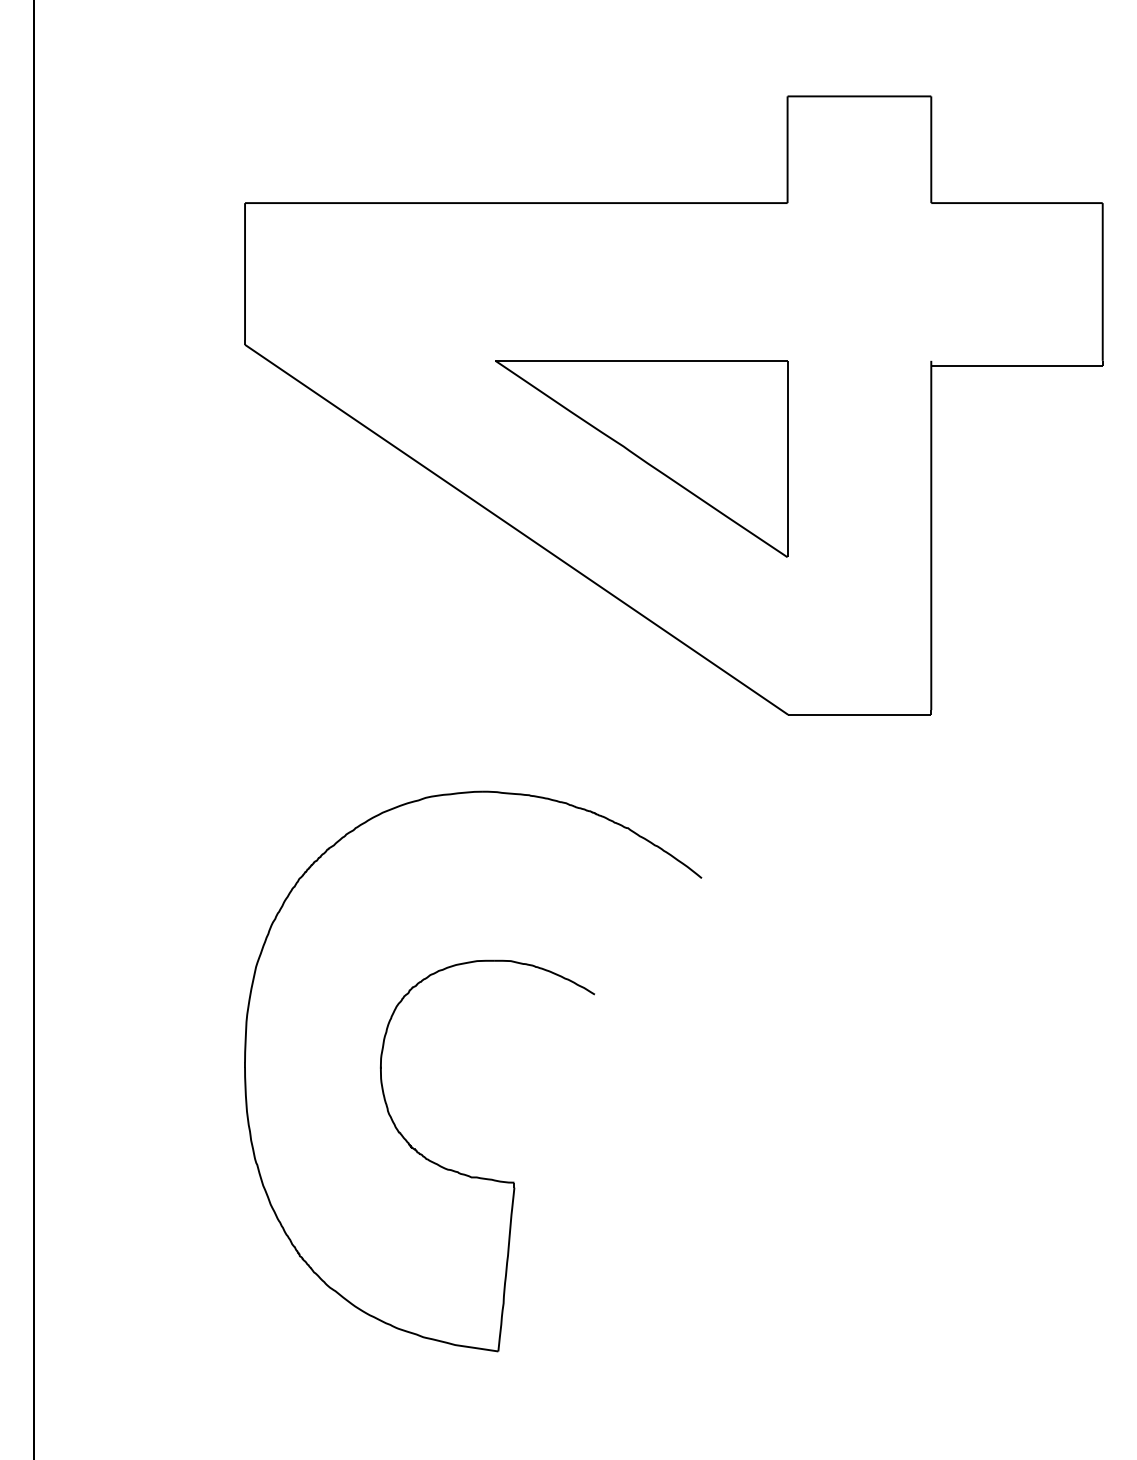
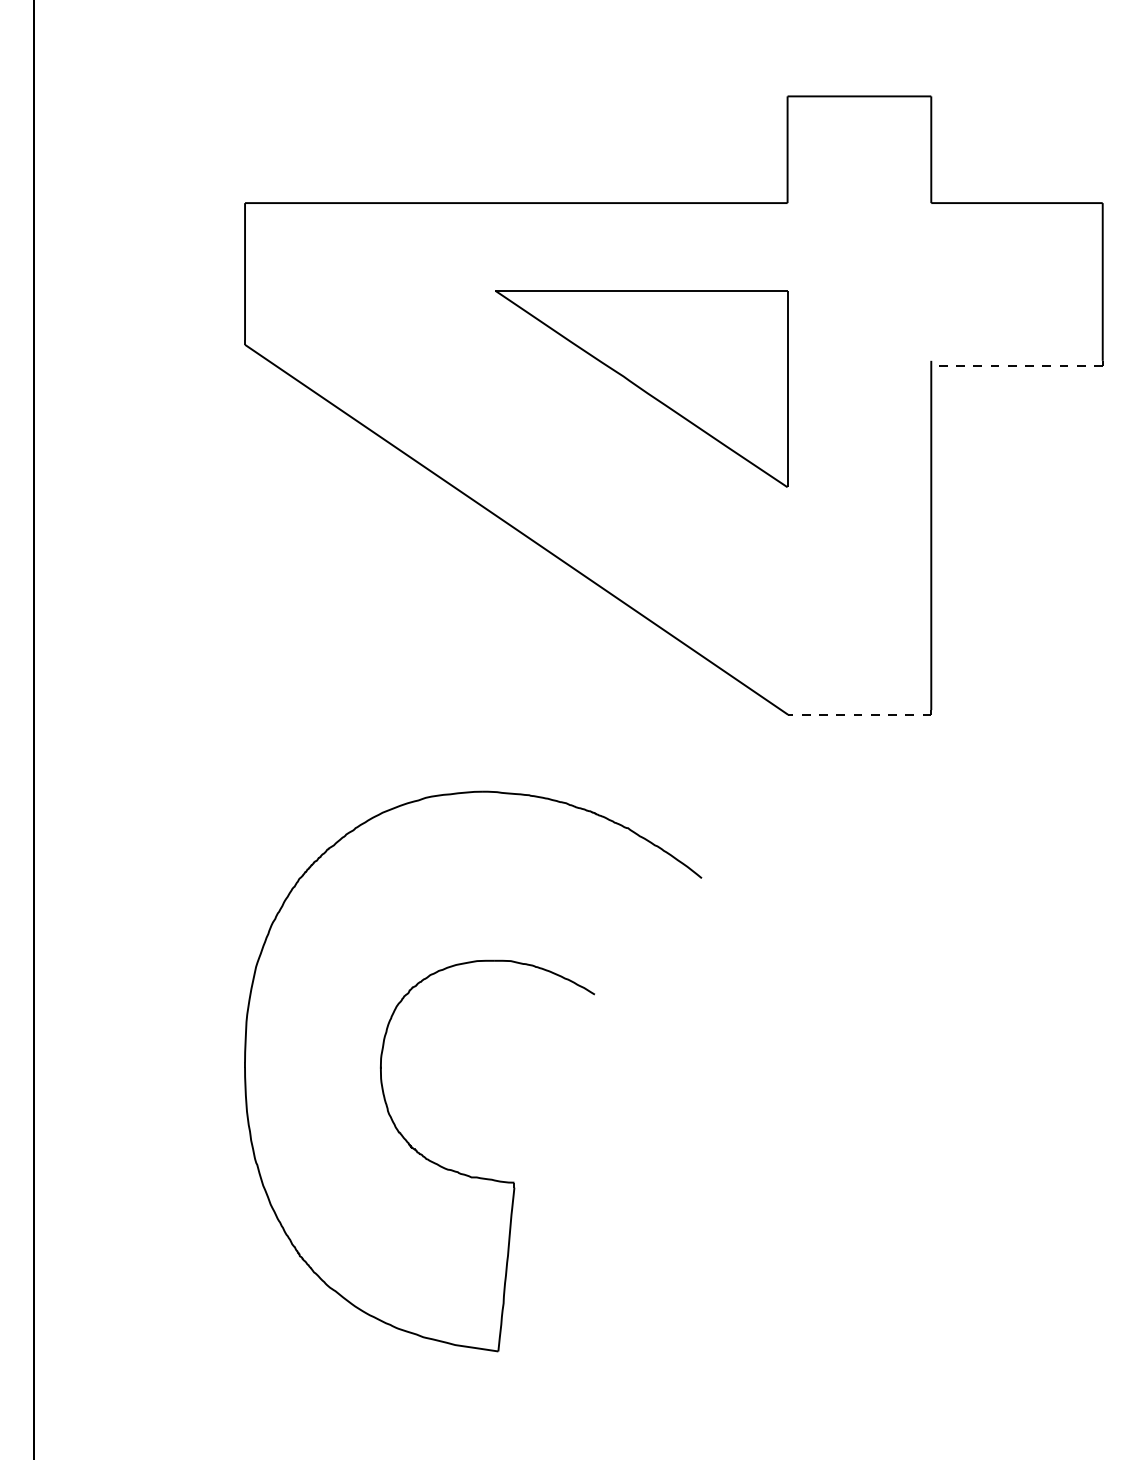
line at (1017, 365): solid -> dashed
part at (641, 458) position: (641, 458) -> (641, 388)
line at (859, 714): solid -> dashed
